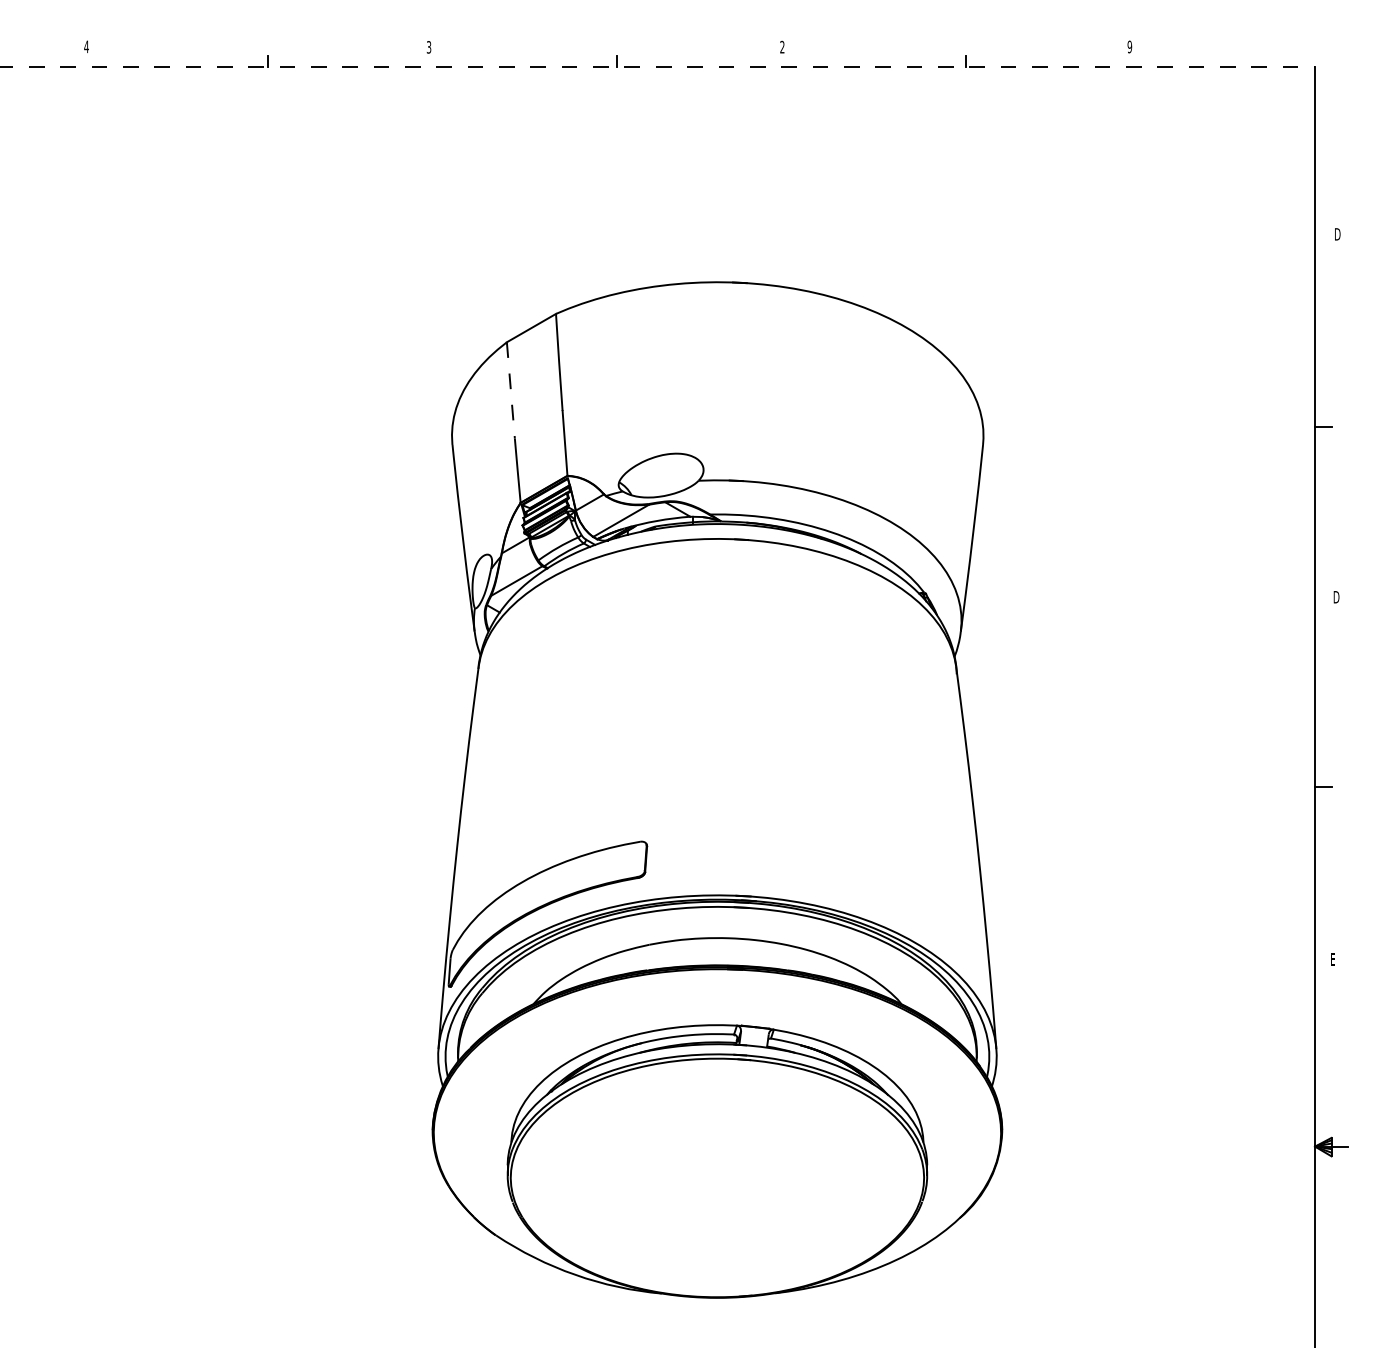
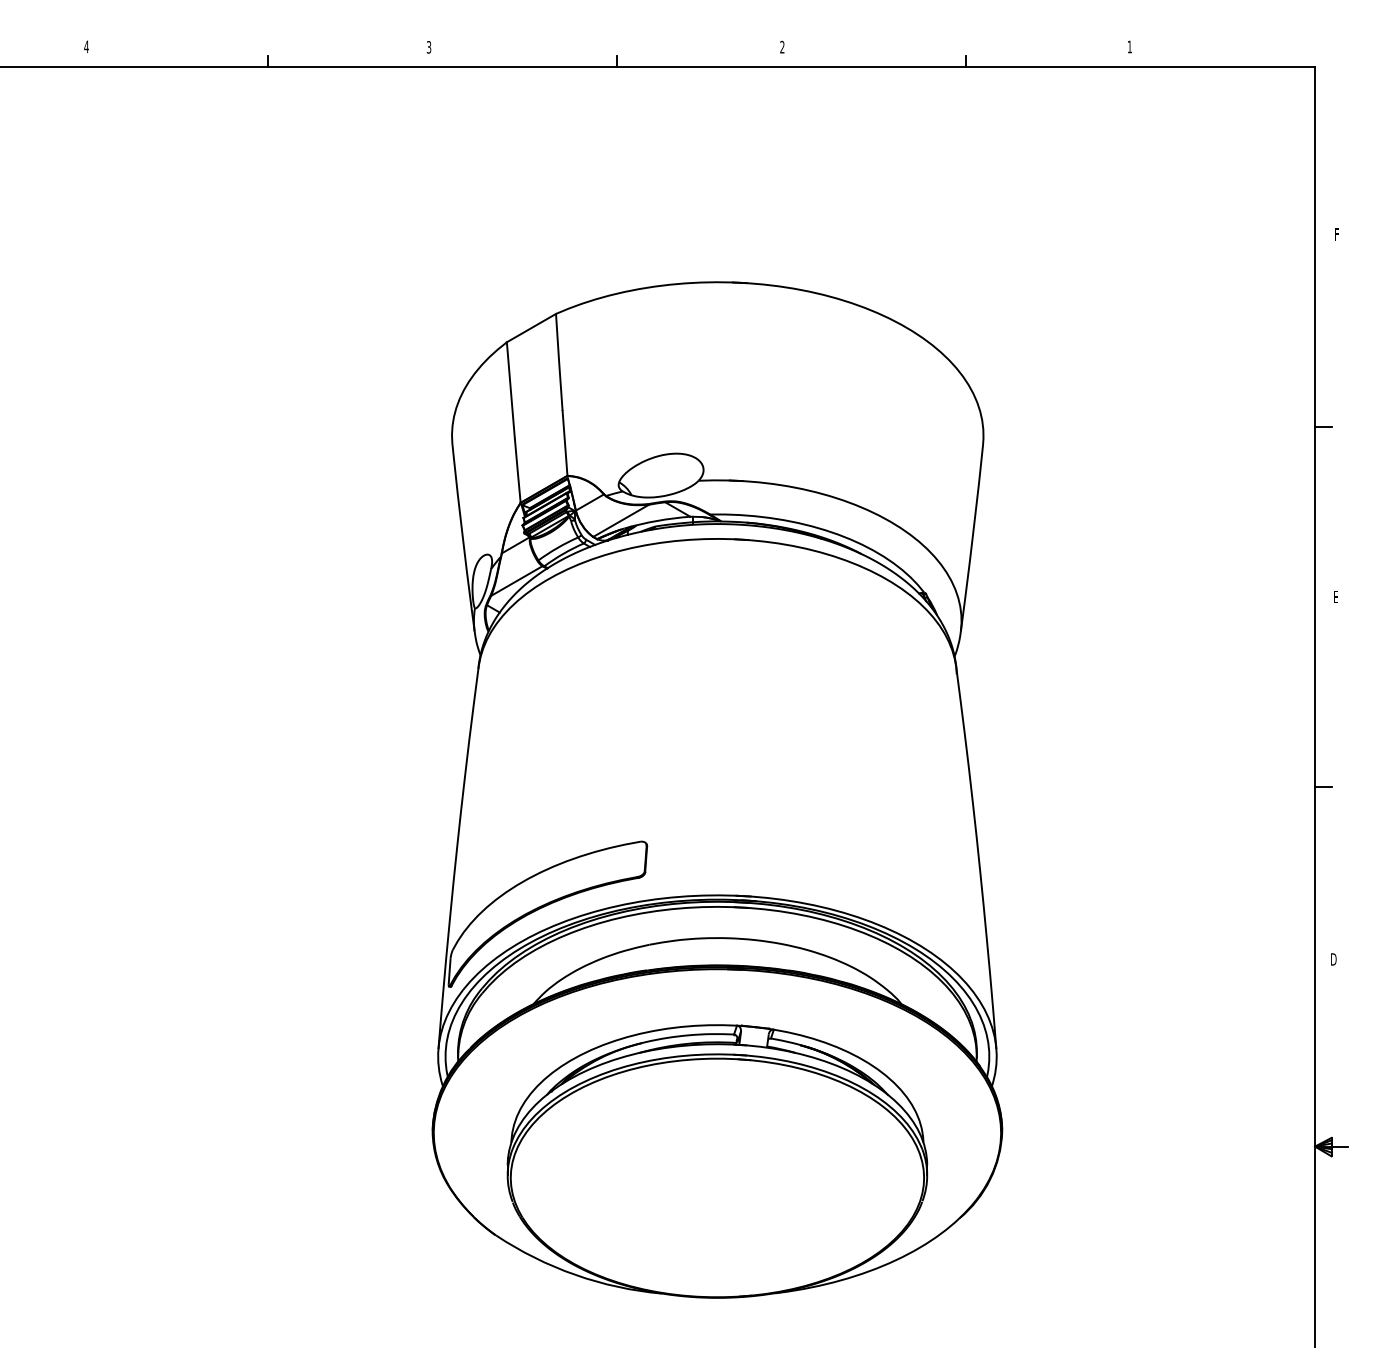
text at (1129, 46): 9 -> 1
line at (658, 66): dashed -> solid
text at (1337, 234): D -> F
line at (510, 390): dashed -> solid
text at (1336, 597): D -> E
text at (1333, 959): E -> D
